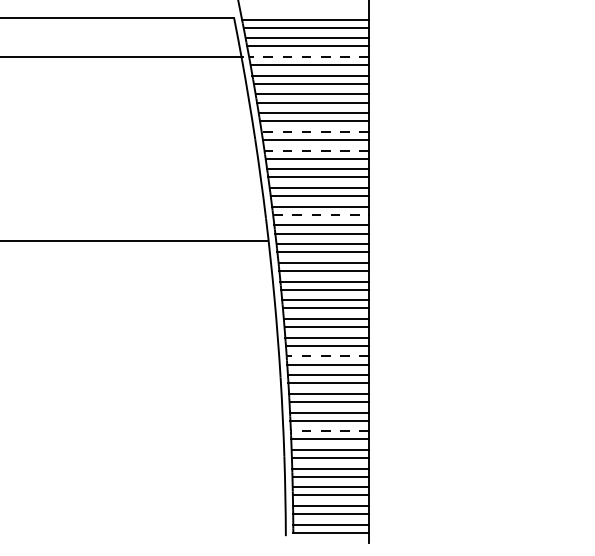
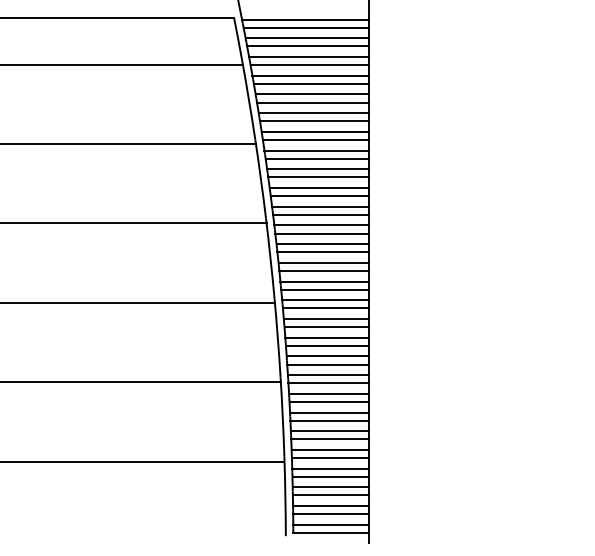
line at (122, 56) position: (122, 56) -> (122, 64)
line at (309, 57): dashed -> solid
line at (315, 131): dashed -> solid
line at (128, 144): none -> present
line at (316, 150): dashed -> solid
line at (321, 214): dashed -> solid
line at (134, 241) position: (134, 241) -> (134, 223)
line at (138, 302): none -> present
line at (327, 356): dashed -> solid
line at (141, 382): none -> present
line at (329, 431): dashed -> solid
line at (143, 461): none -> present
